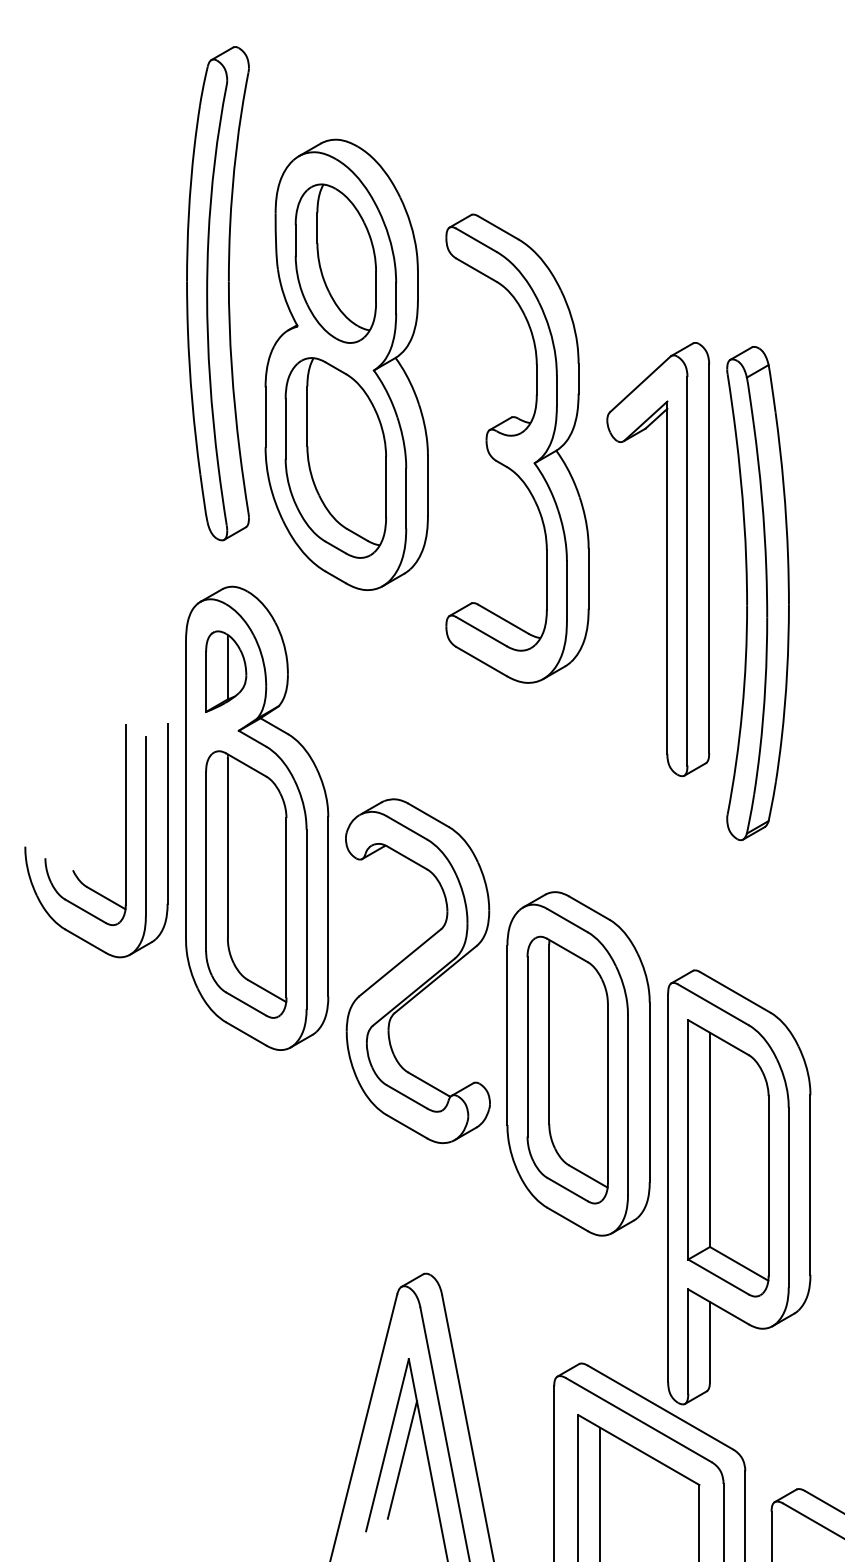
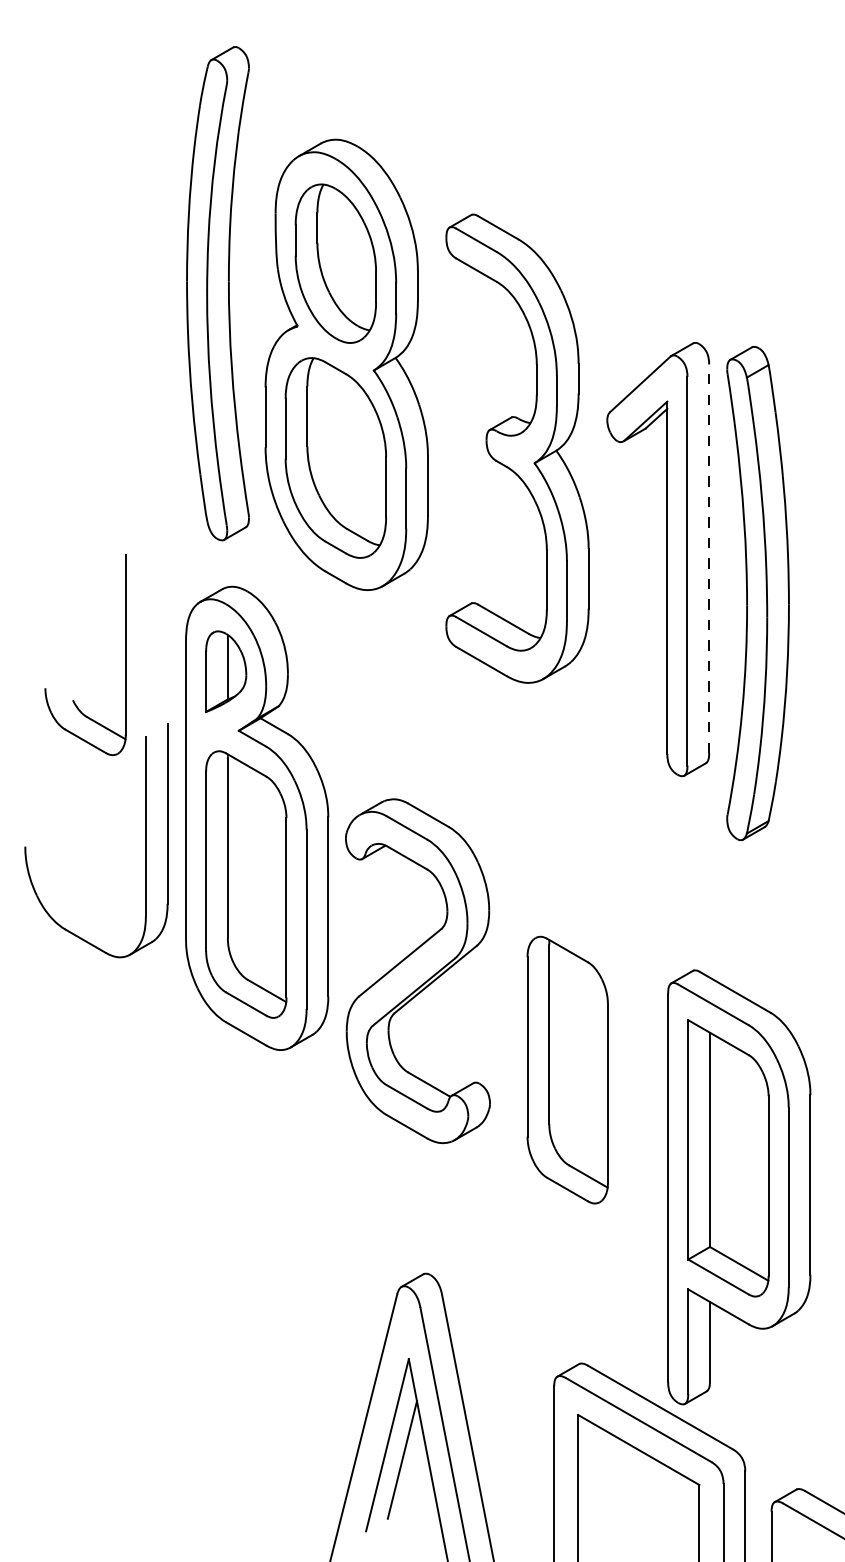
line at (709, 558): solid -> dashed
part at (125, 825) position: (125, 825) -> (125, 655)
part at (578, 1063): present -> none
line at (600, 1492): present -> none
